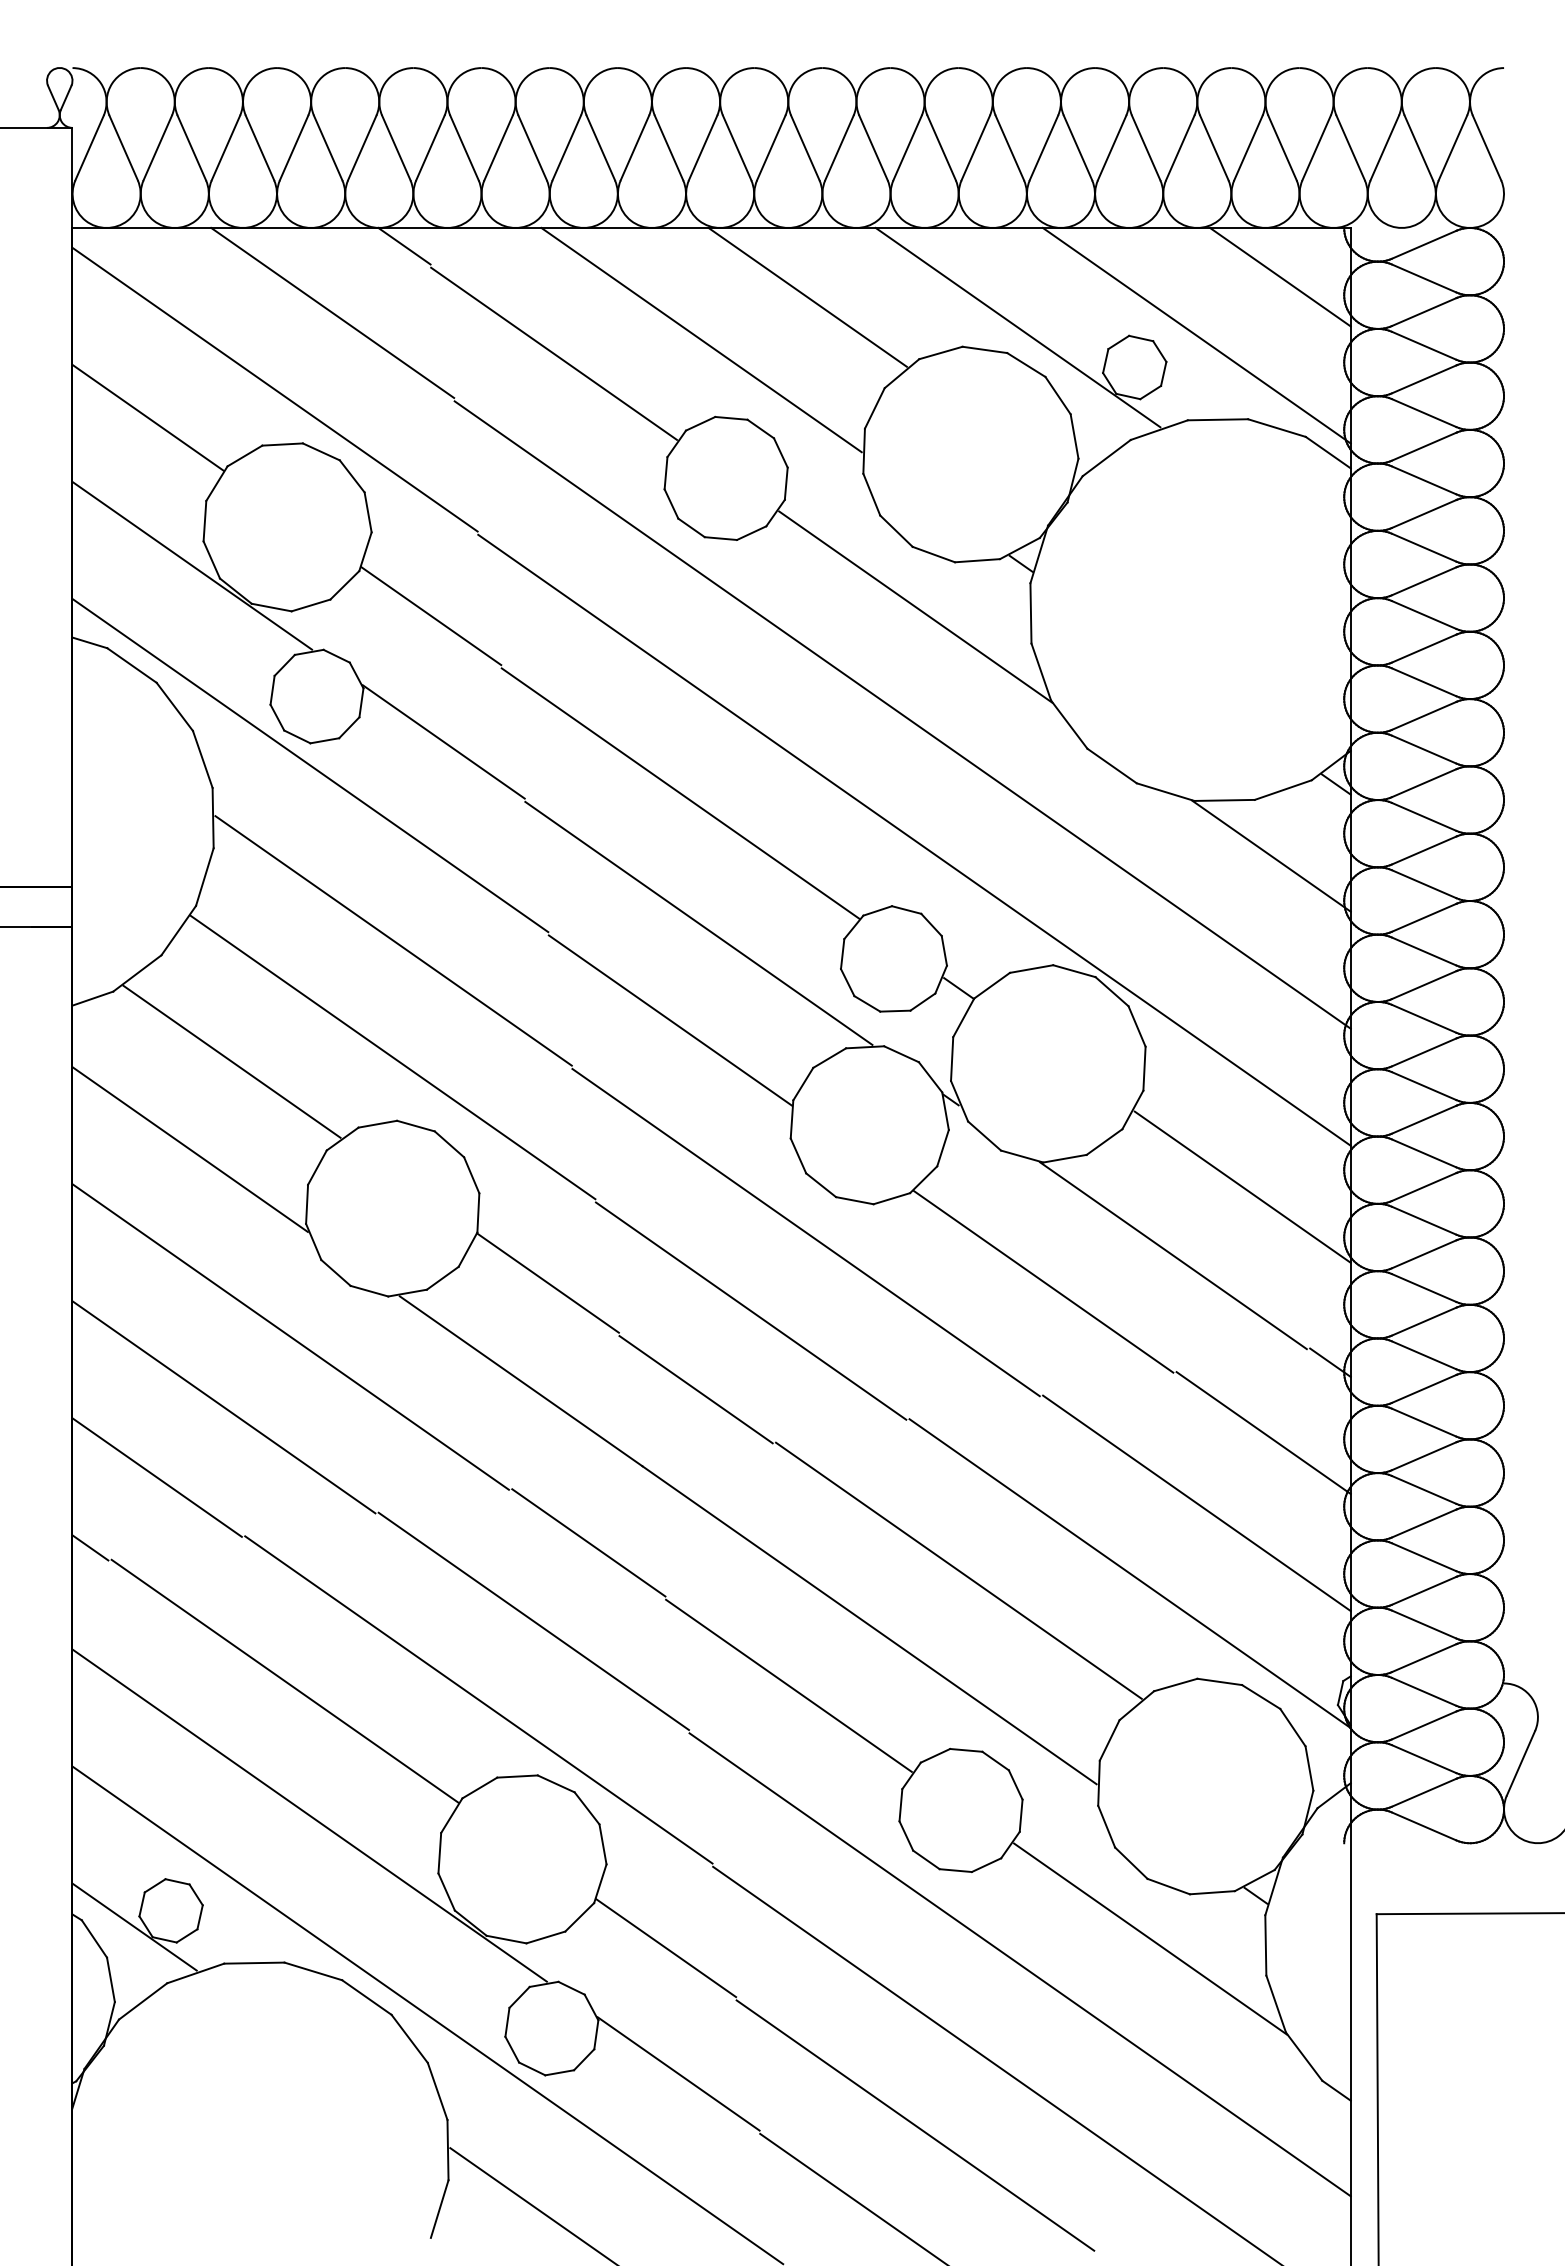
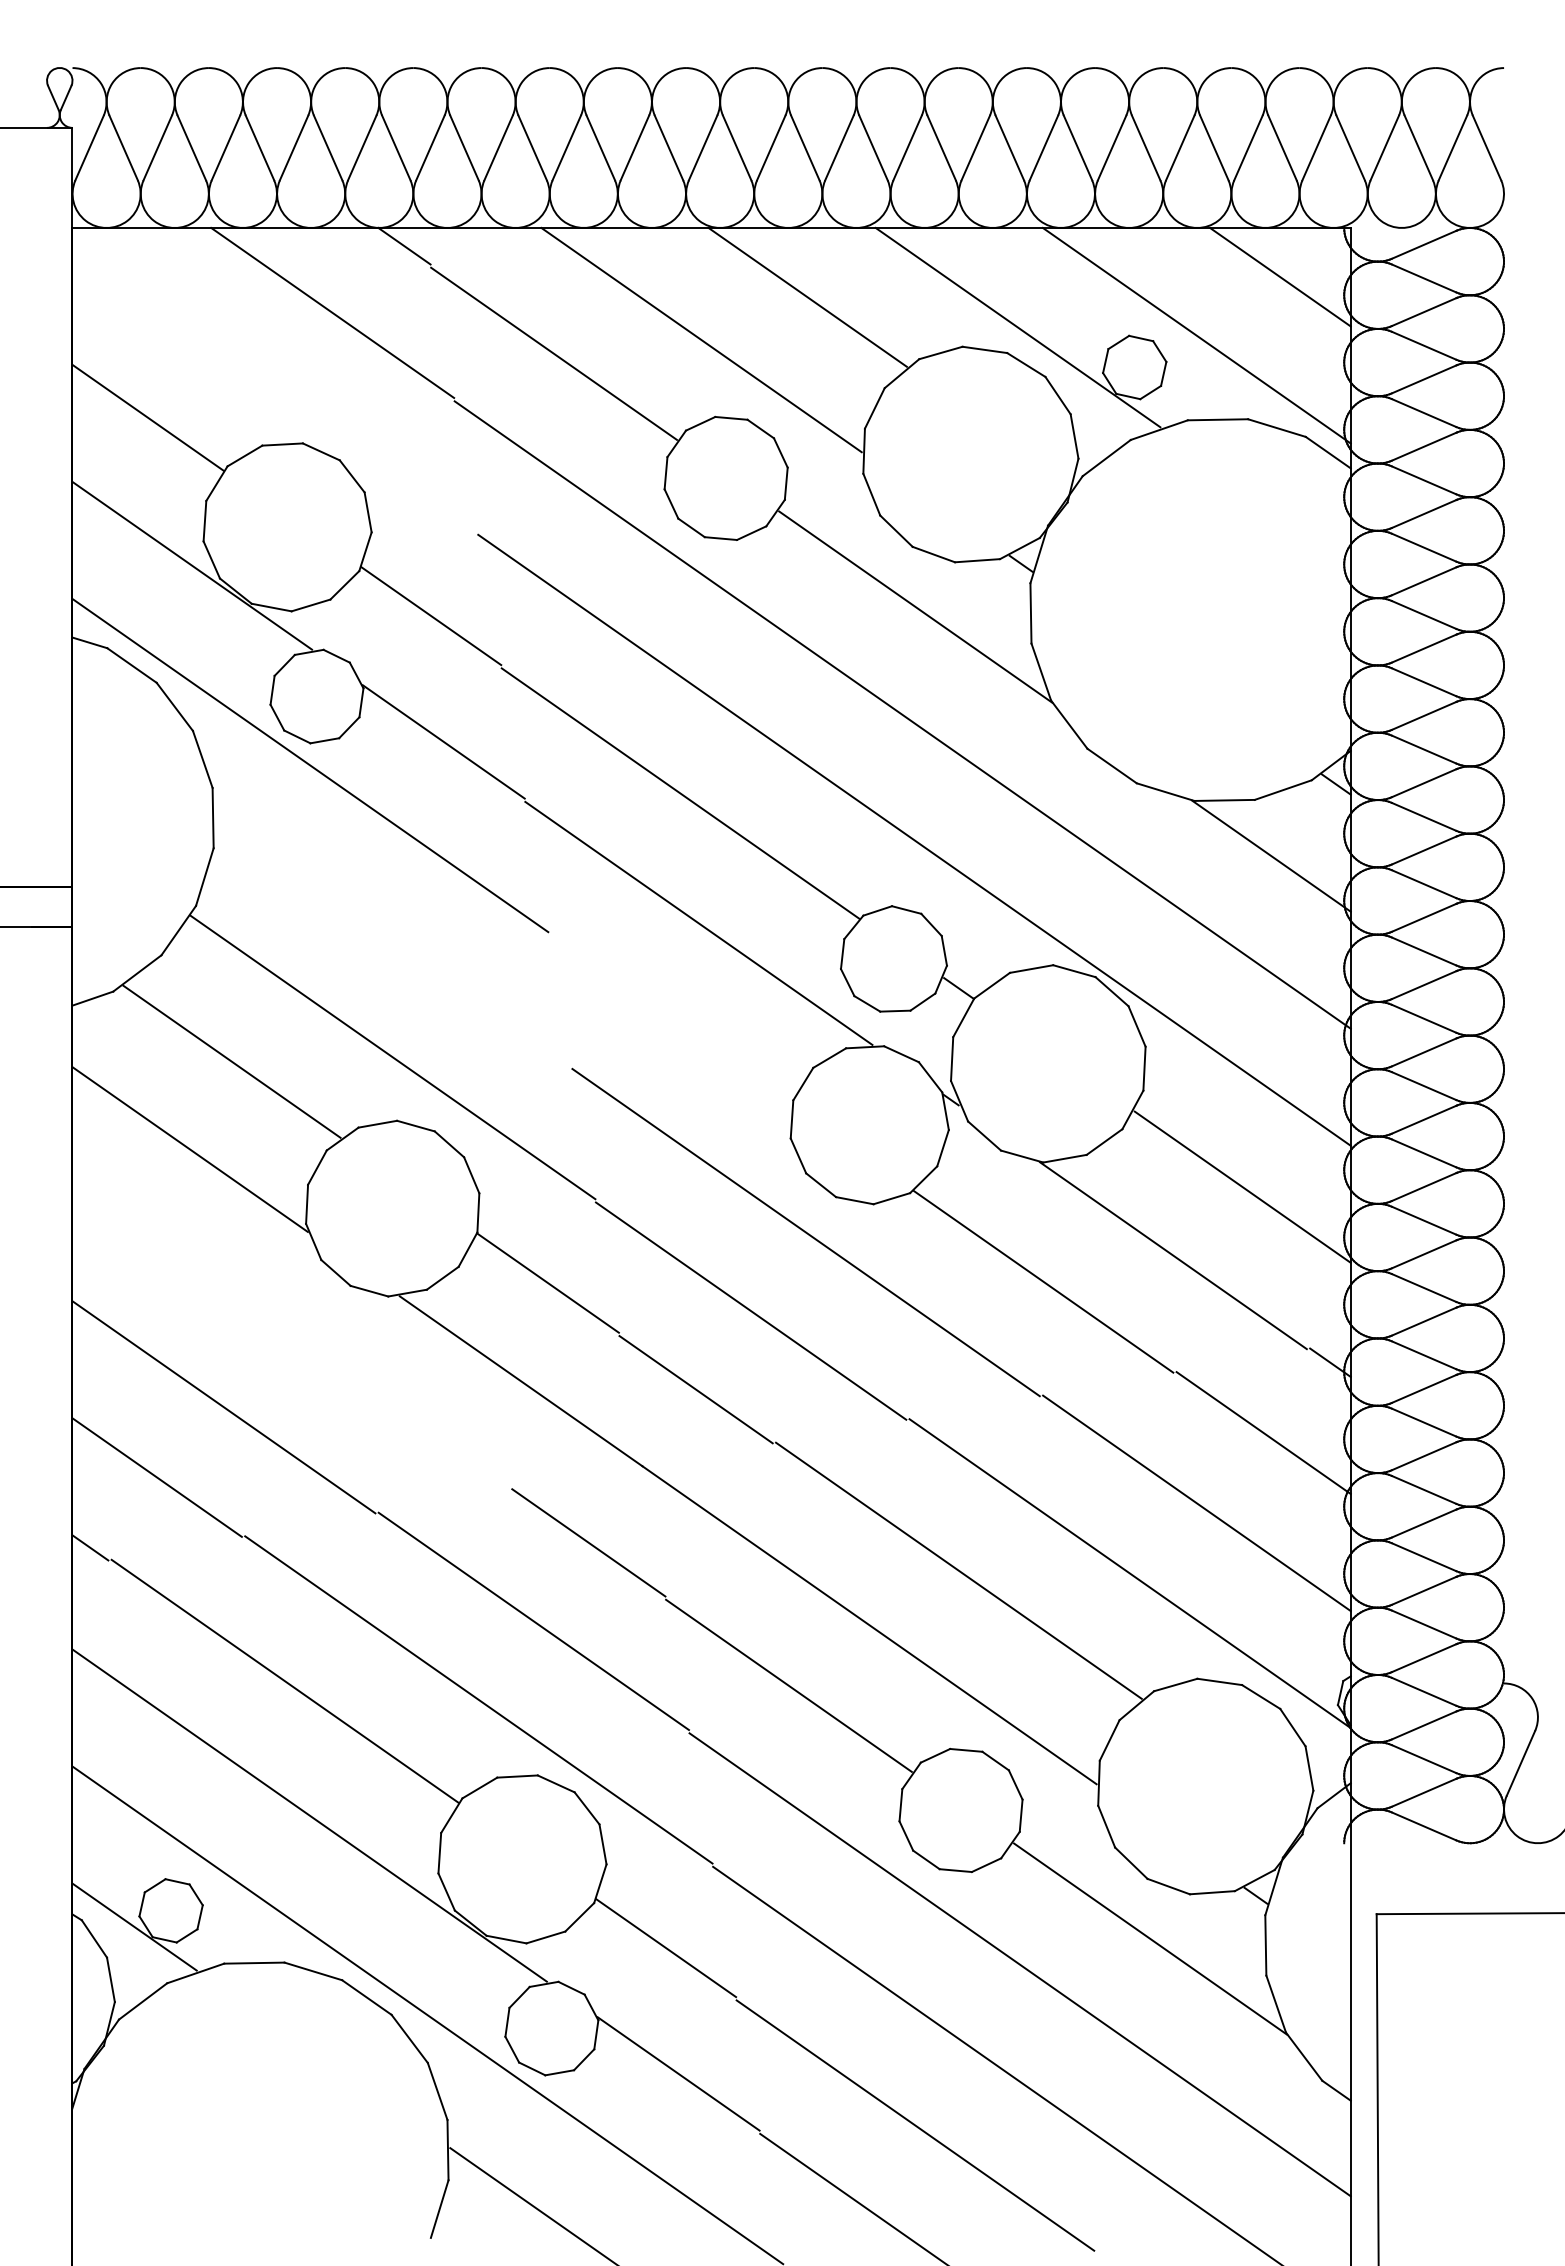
line at (274, 389): present -> none
line at (393, 940): present -> none
line at (669, 1020): present -> none
line at (290, 1336): present -> none
